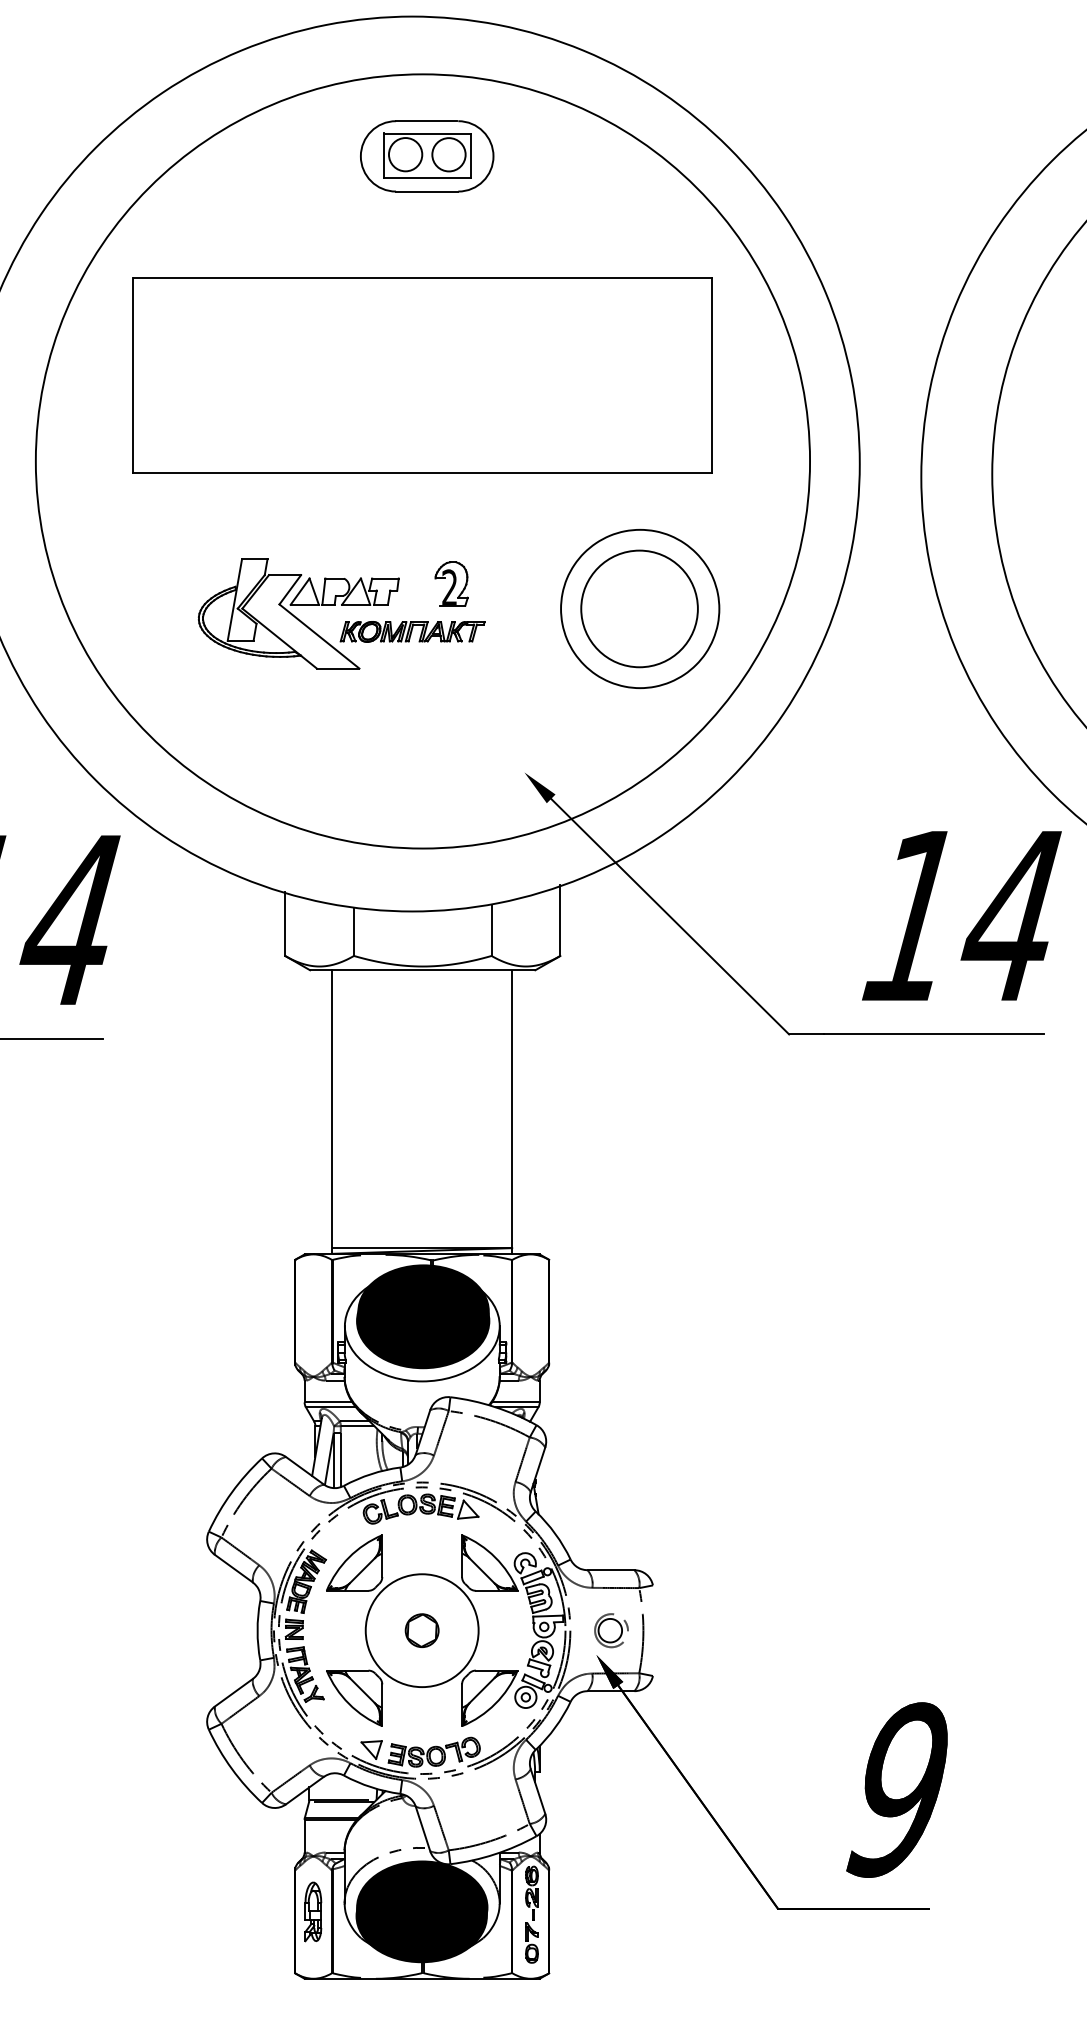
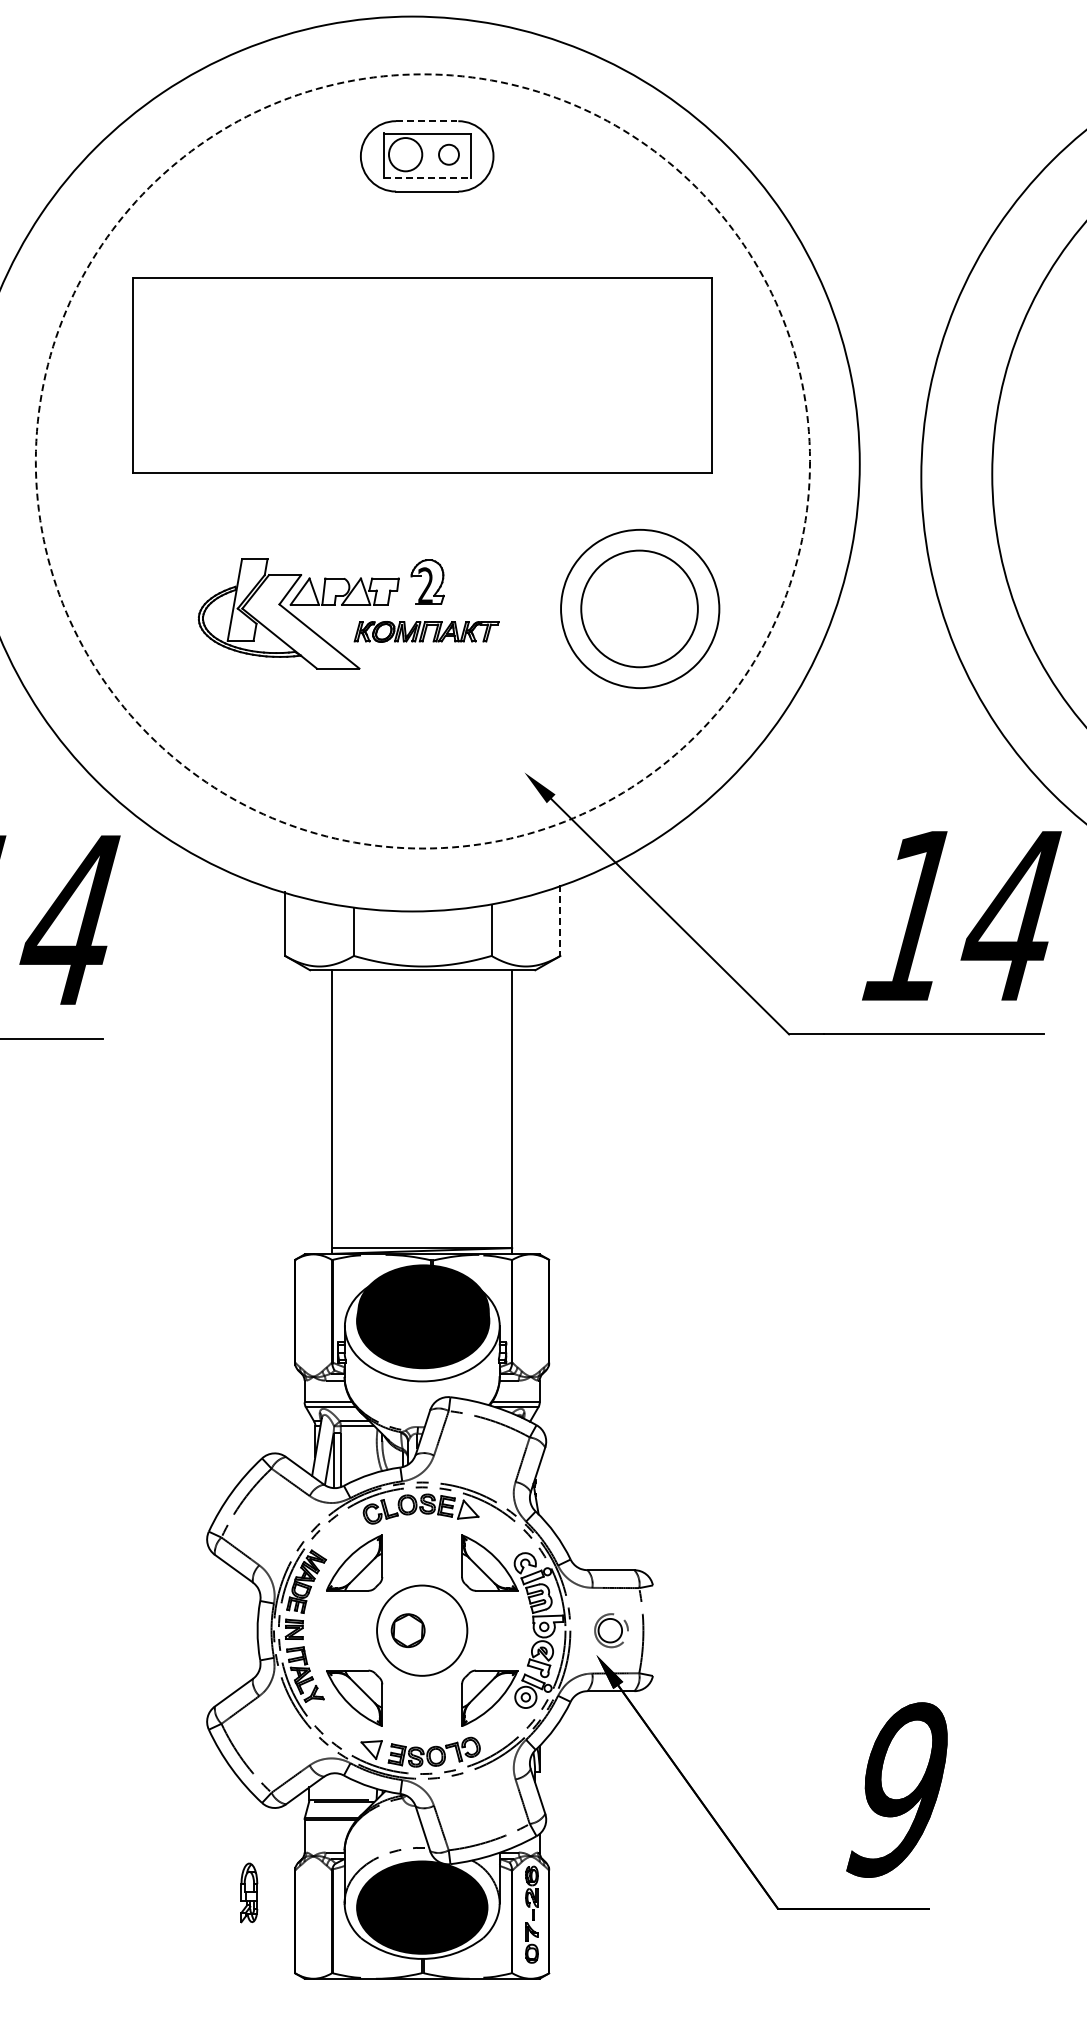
line at (426, 121): solid -> dashed
circle at (448, 154) diameter: 33 px -> 20 px
line at (427, 177): solid -> dashed
circle at (422, 461): solid -> dashed
part at (451, 583) position: (451, 583) -> (427, 581)
part at (412, 631) position: (412, 631) -> (426, 631)
line at (560, 921): solid -> dashed
circle at (421, 1630) diameter: 113 px -> 90 px
part at (421, 1630) position: (421, 1630) -> (407, 1630)
part at (313, 1911) position: (313, 1911) -> (249, 1892)
fill at (421, 1915): present -> none
